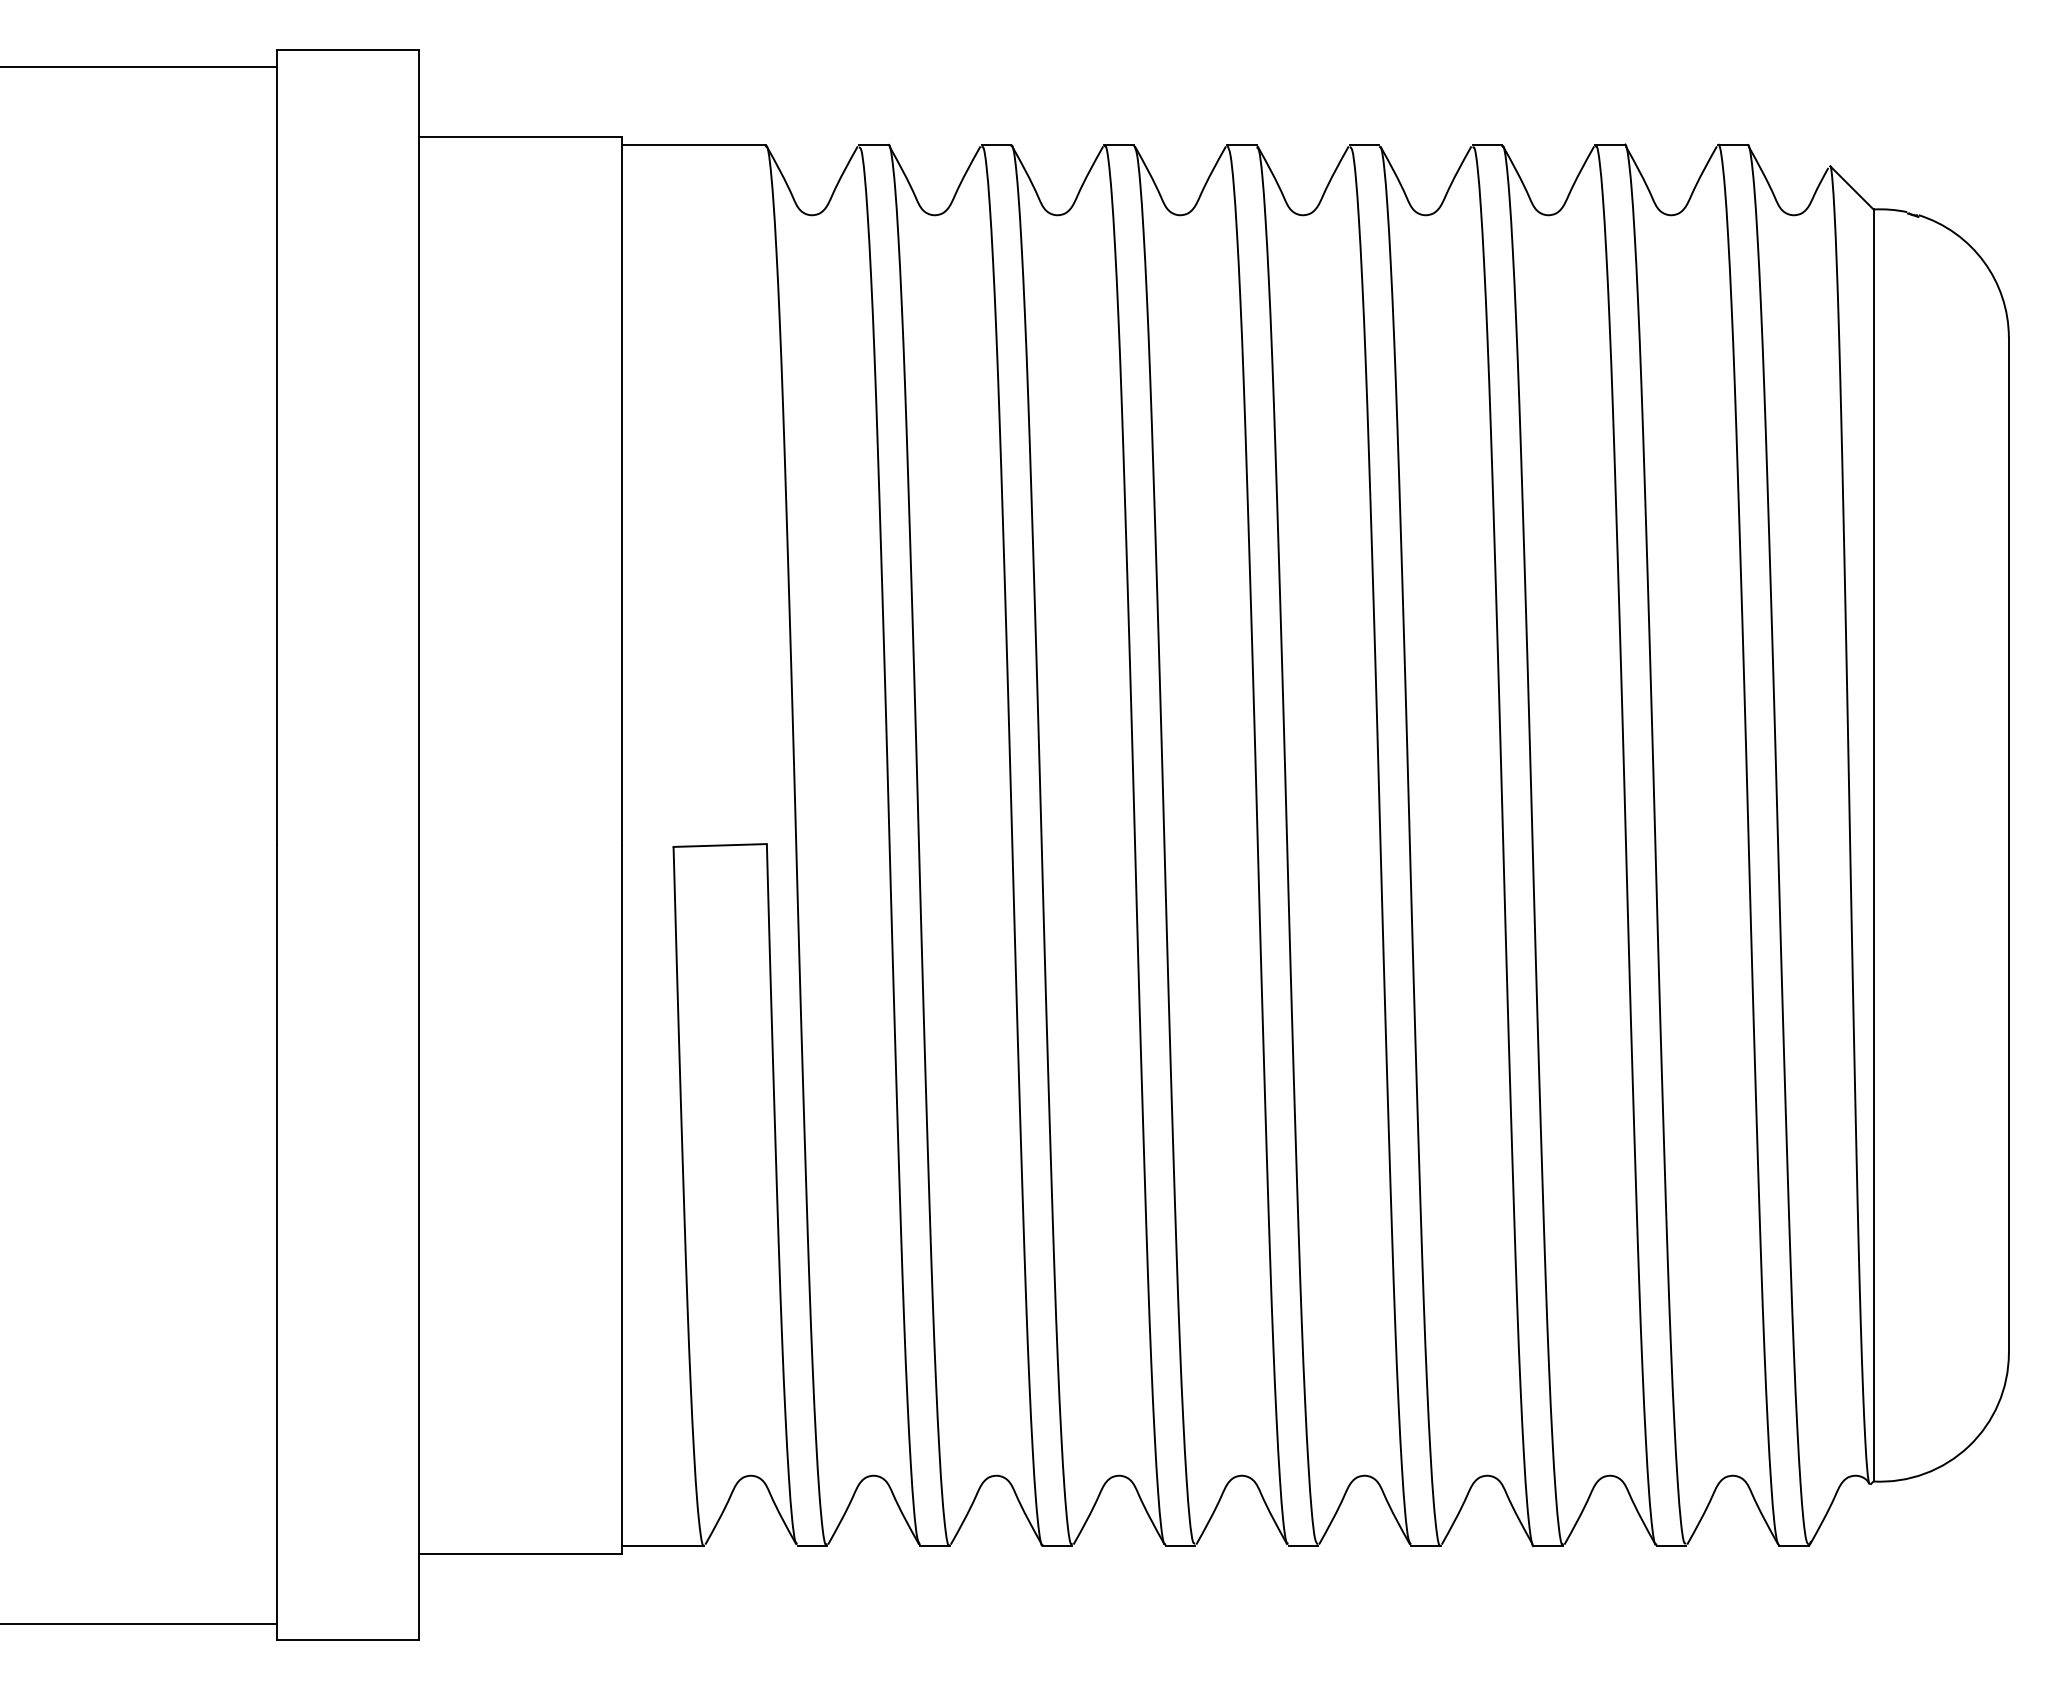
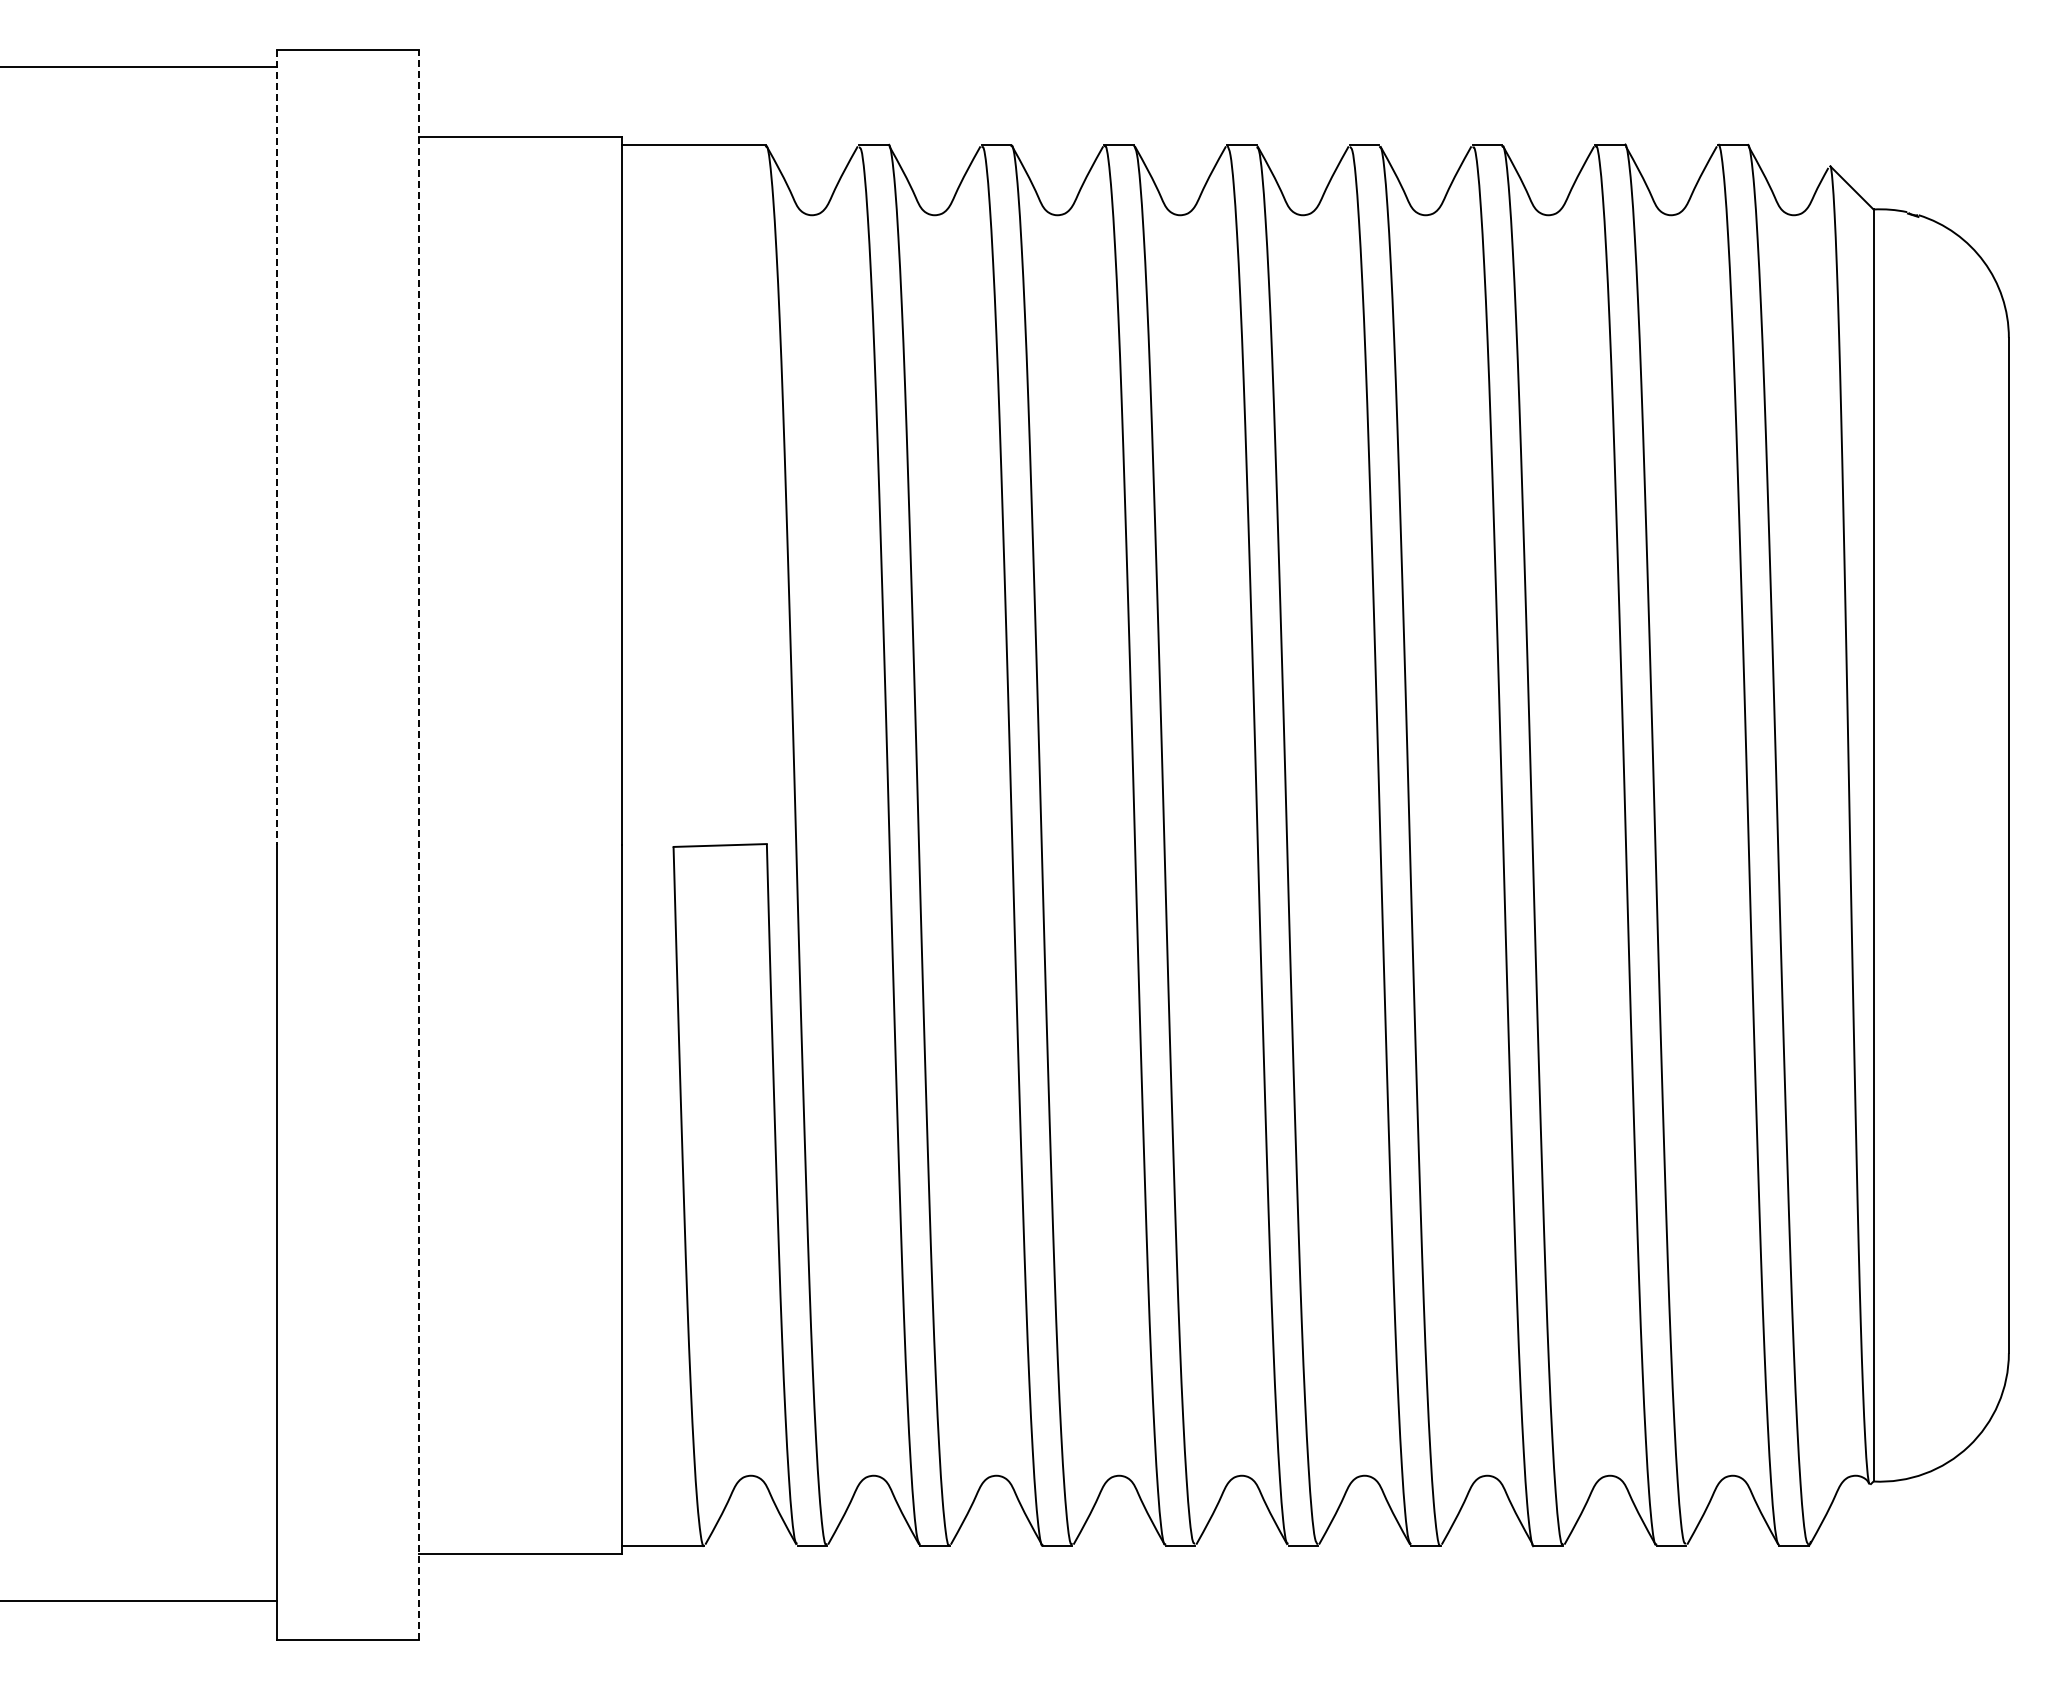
line at (276, 448): solid -> dashed
line at (418, 845): solid -> dashed
line at (139, 1623) position: (139, 1623) -> (139, 1600)
